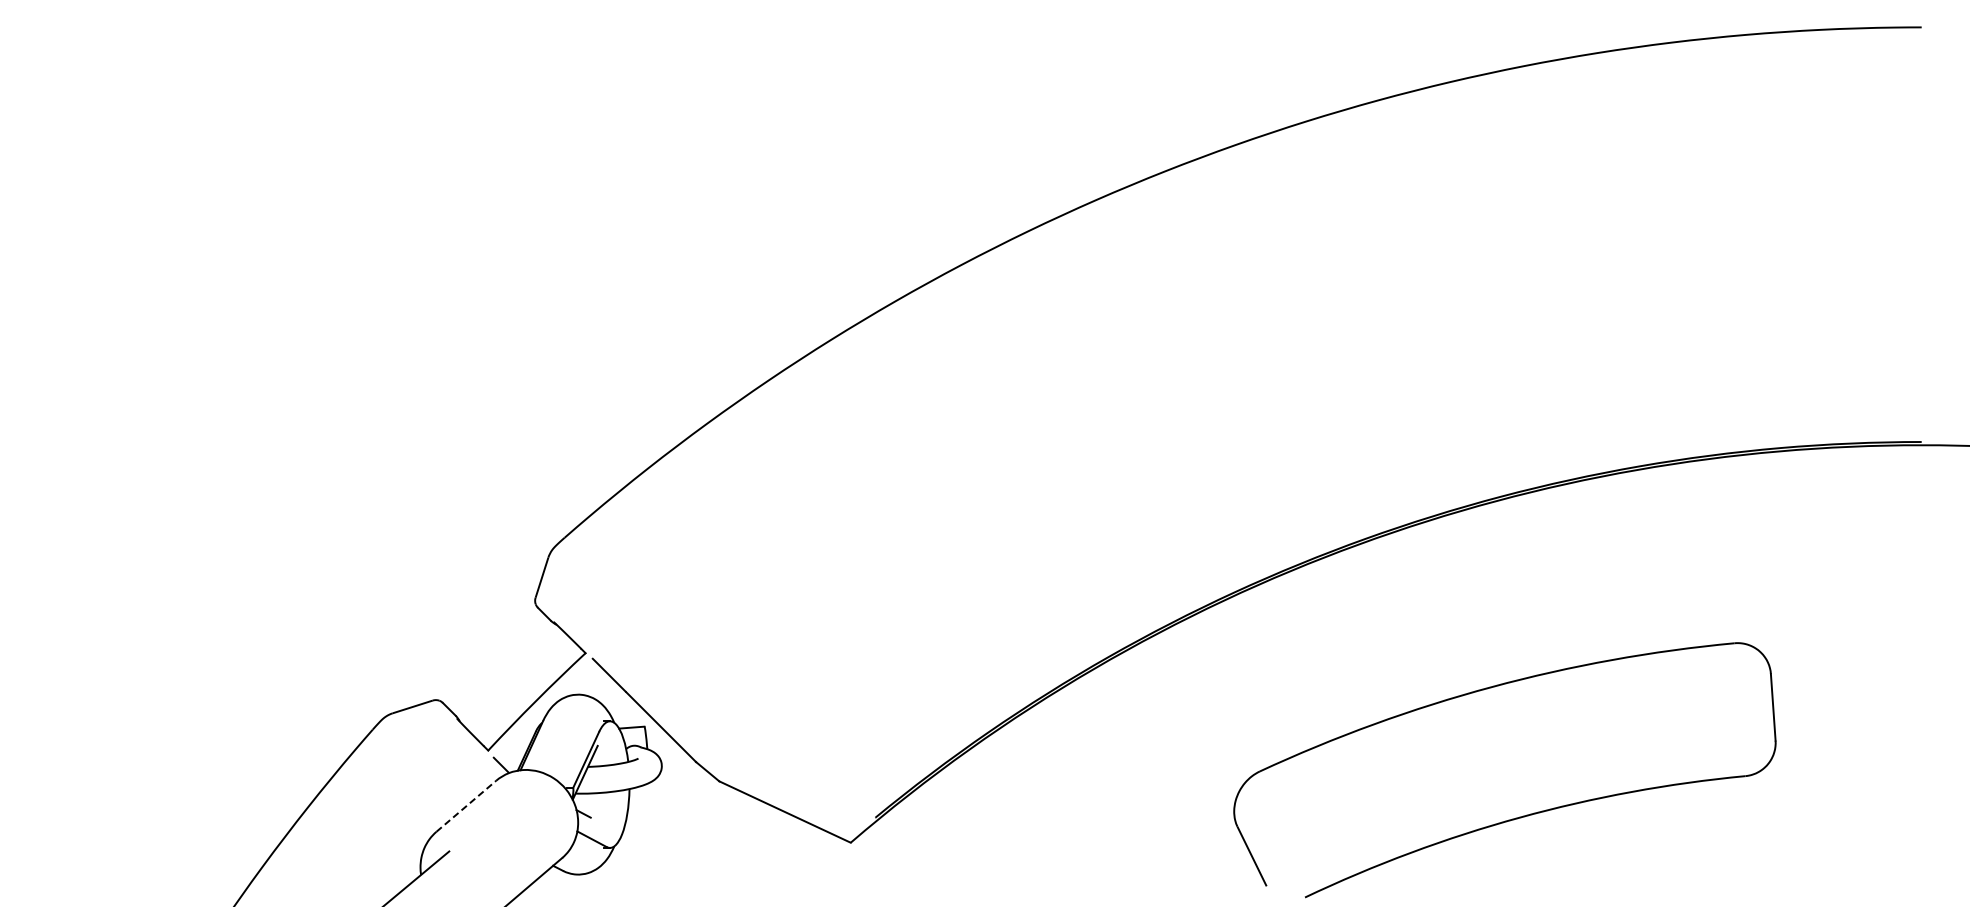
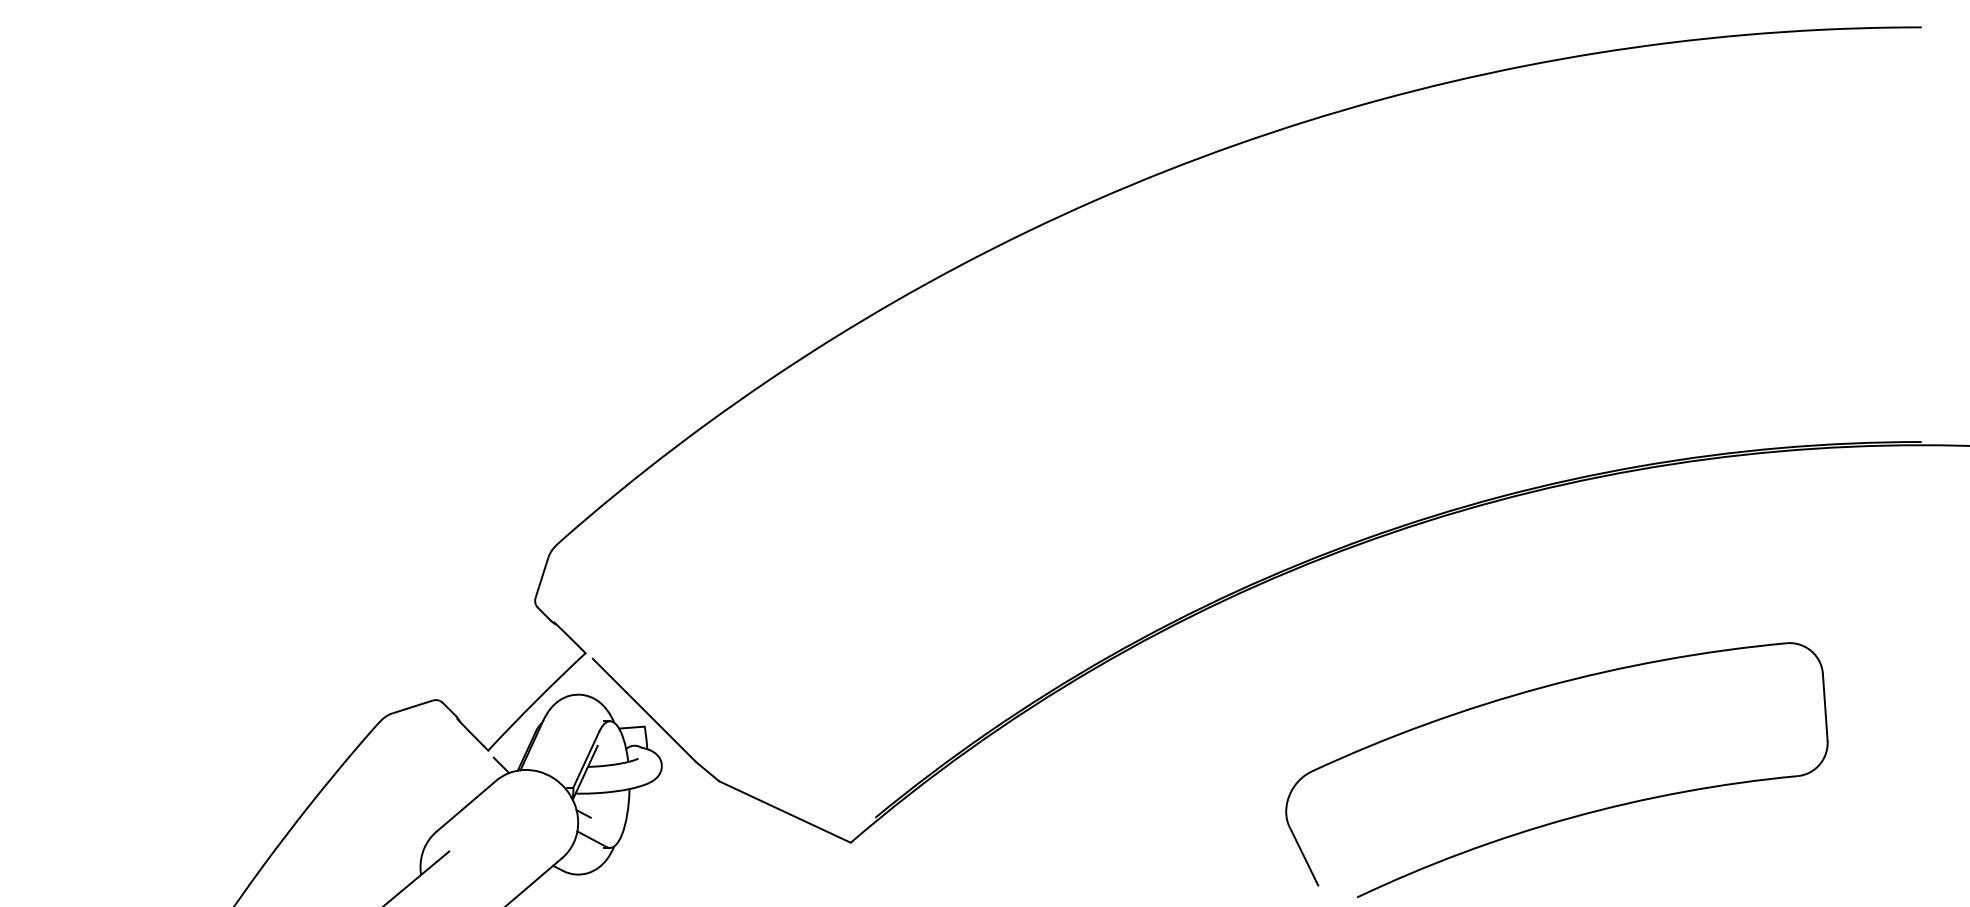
line at (466, 805): dashed -> solid
part at (1515, 817) position: (1515, 817) -> (1567, 817)
